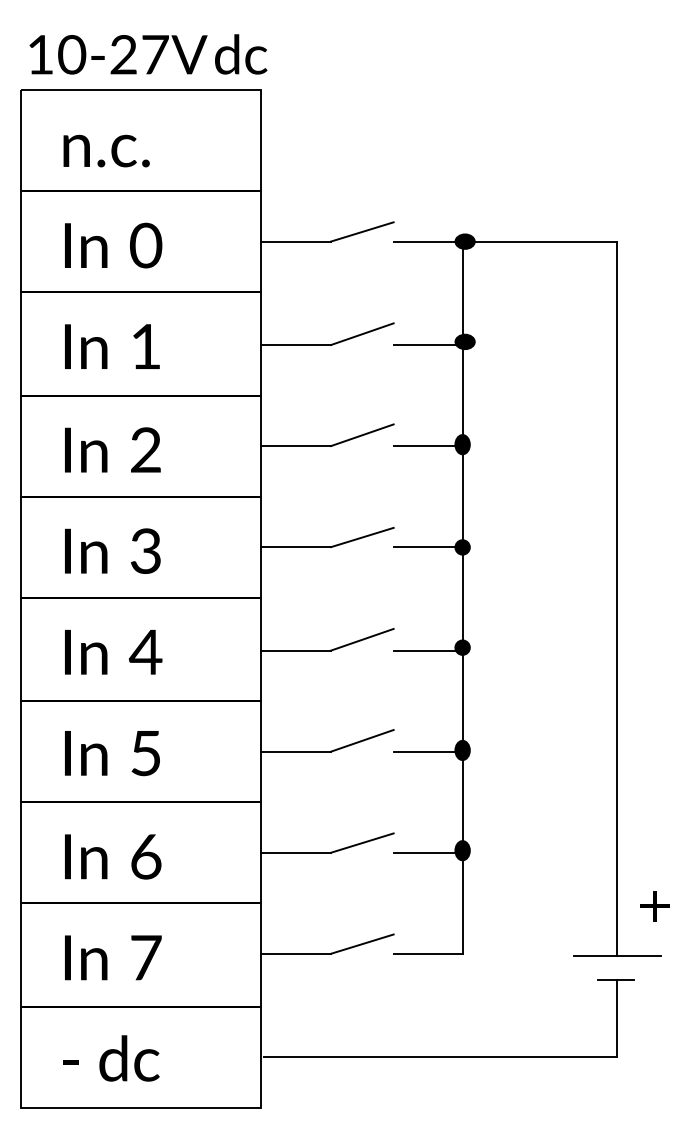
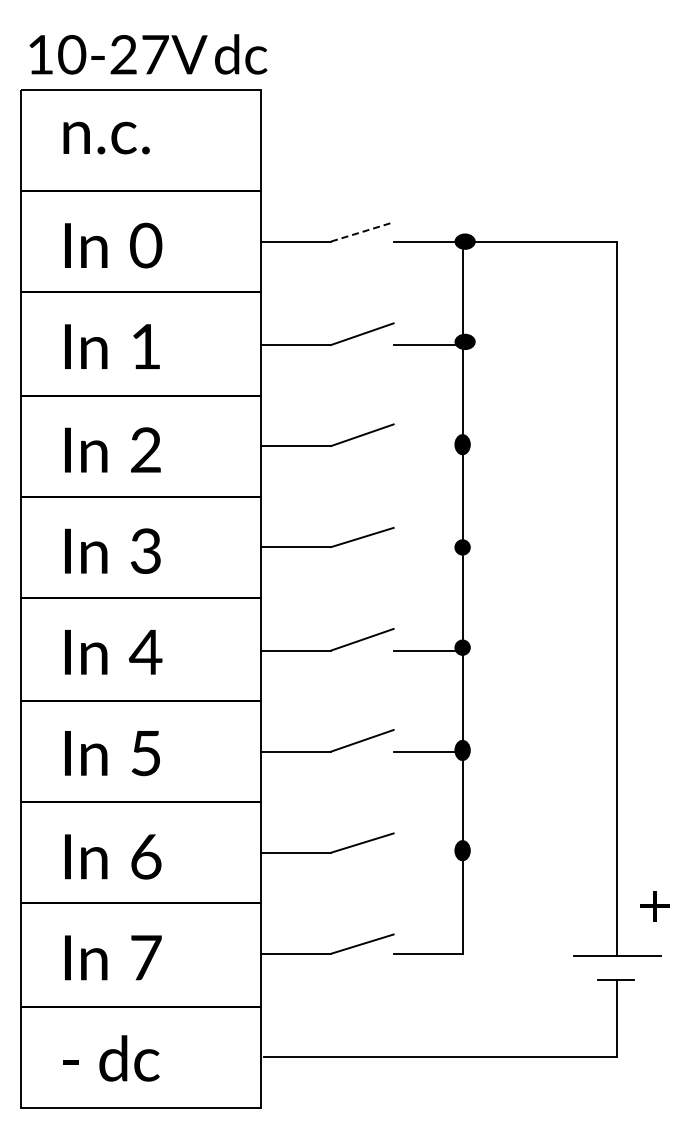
text at (106, 150) position: (106, 150) -> (106, 137)
line at (362, 231): solid -> dashed
line at (428, 446): present -> none
line at (428, 547): present -> none
line at (428, 852): present -> none
